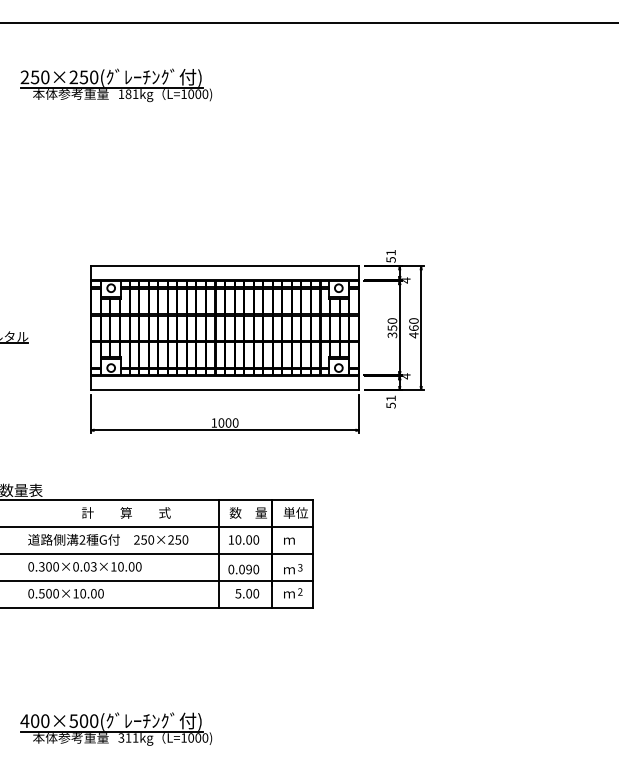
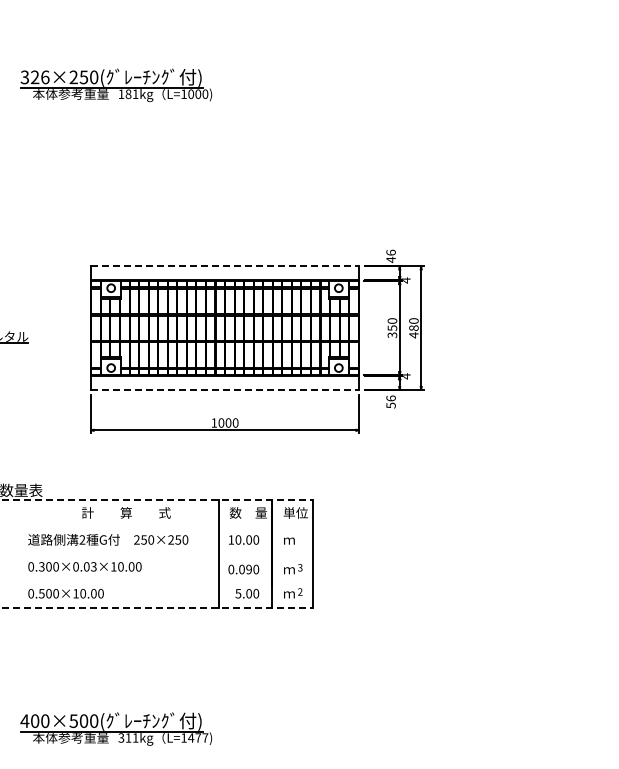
line at (308, 23): present -> none
text at (34, 77): 250×250( -> 326×250(
text at (390, 256): 51 -> 46
line at (225, 266): solid -> dashed
text at (413, 328): 460 -> 480
line at (225, 389): solid -> dashed
text at (390, 398): 51 -> 56
line at (157, 500): solid -> dashed
line at (157, 526): present -> none
line at (157, 553): present -> none
line at (157, 580): present -> none
line at (157, 607): solid -> dashed
text at (198, 737): L=1000) -> L=1477)
